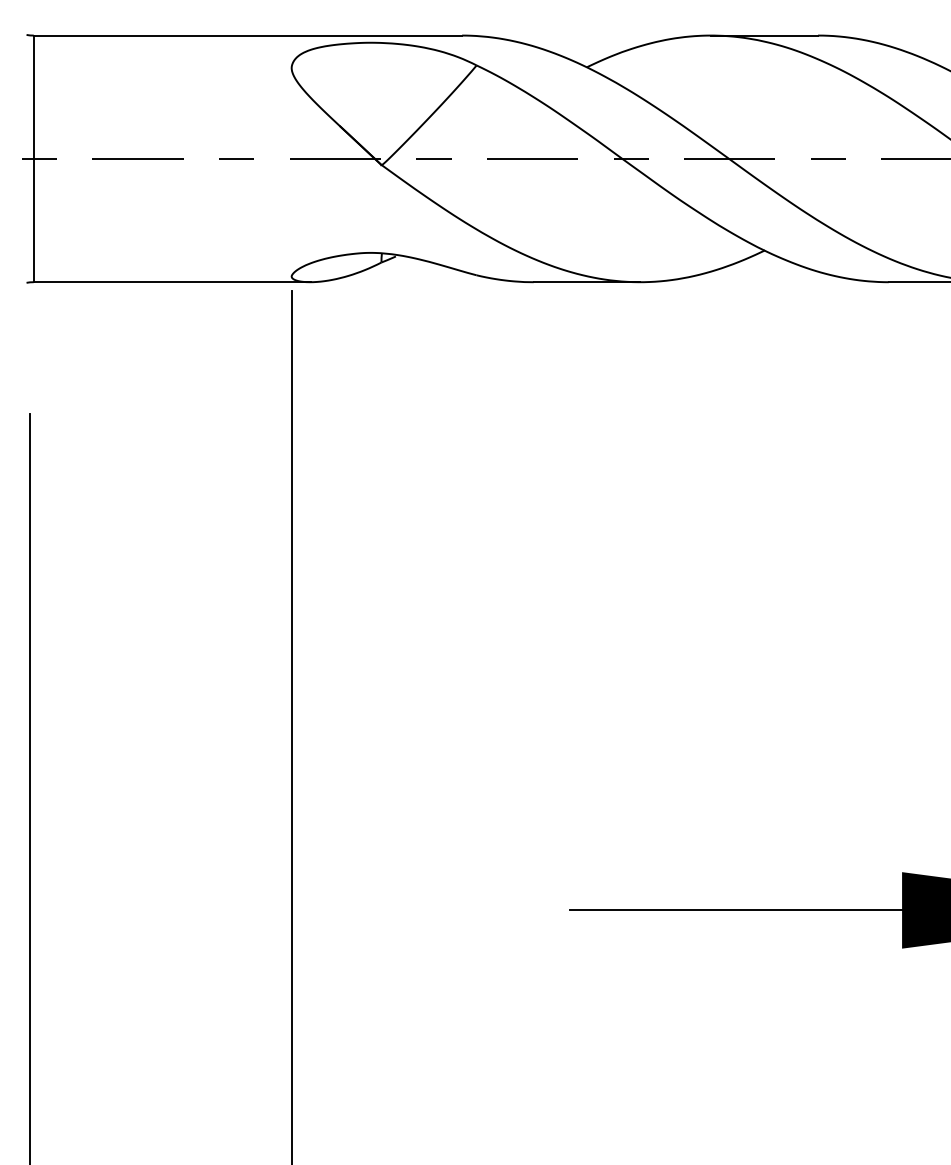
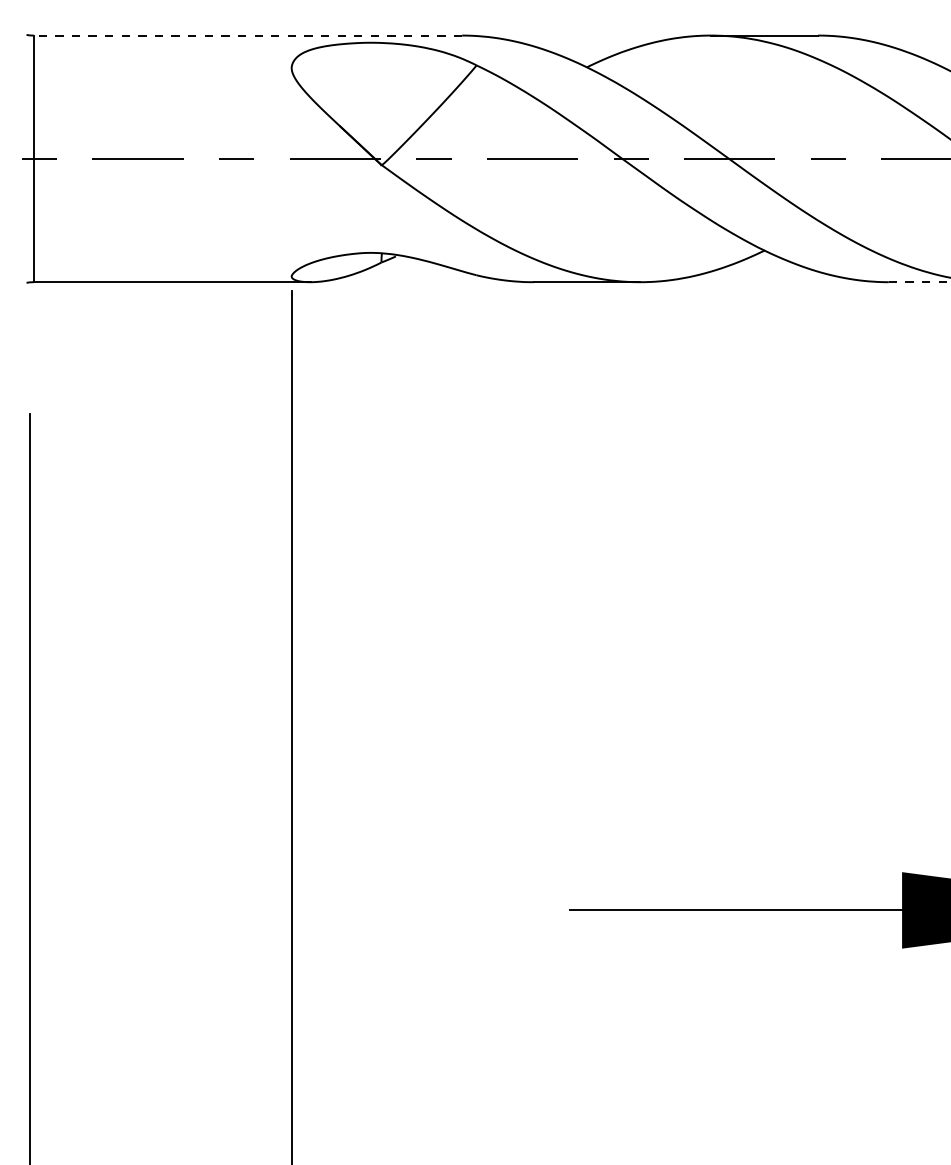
line at (247, 35): solid -> dashed
line at (919, 282): solid -> dashed
